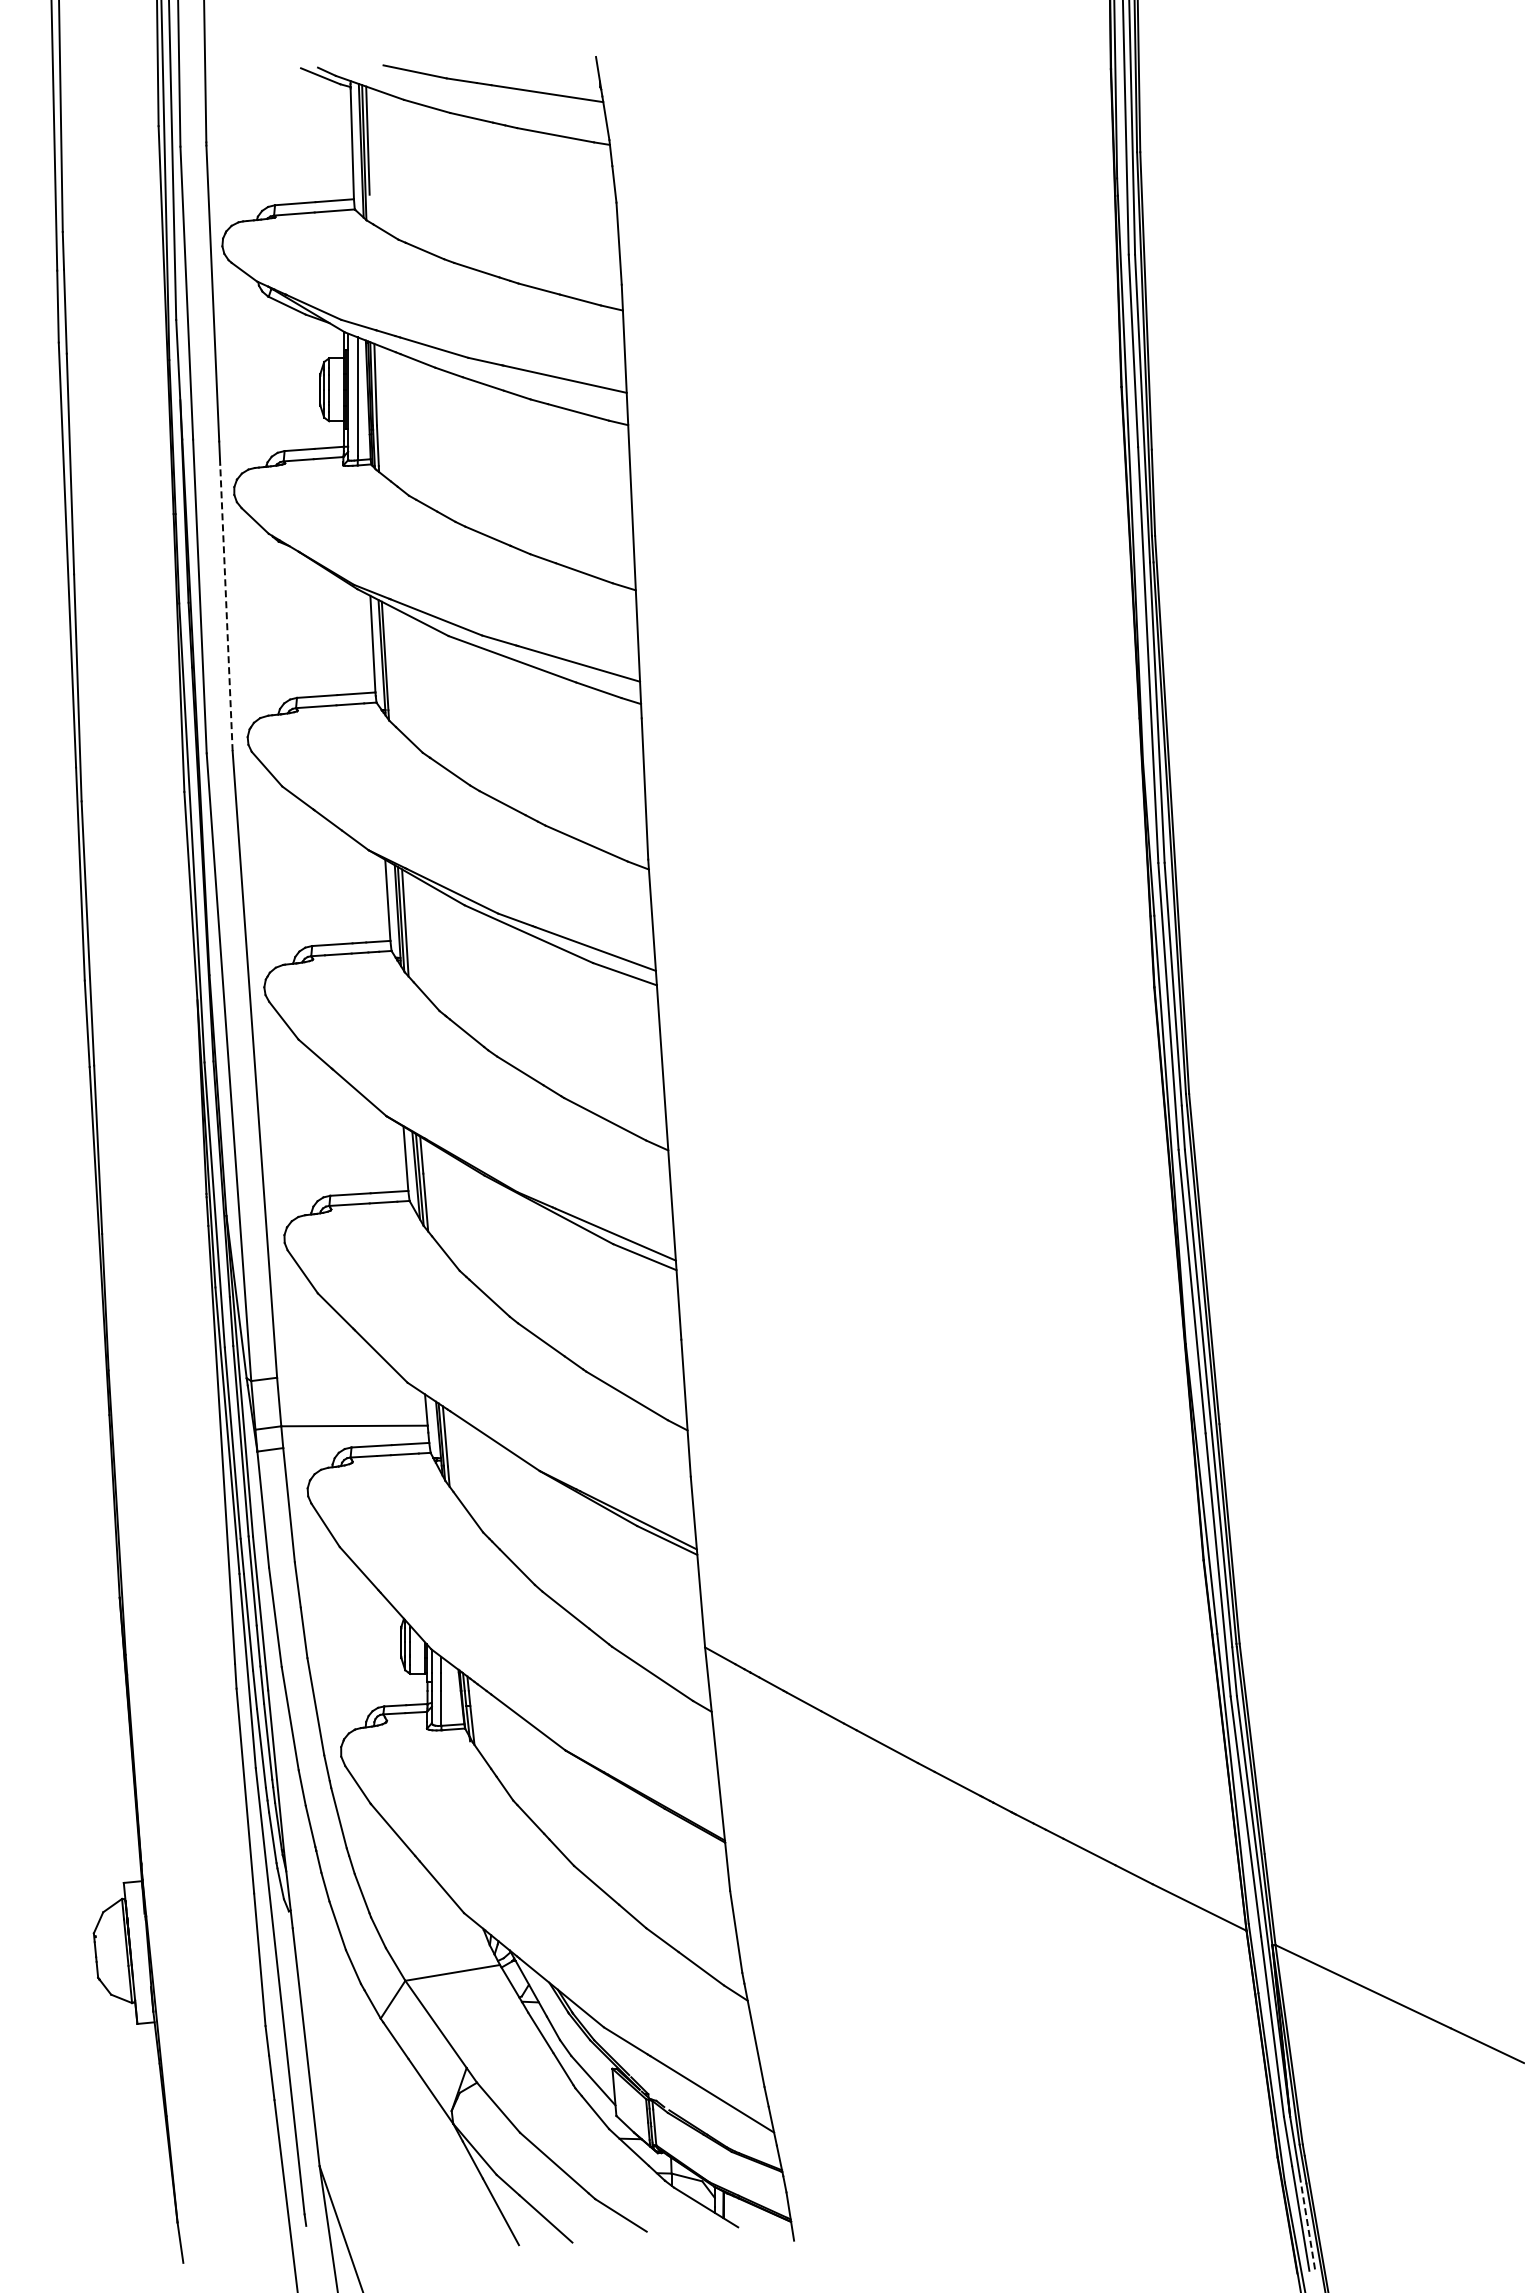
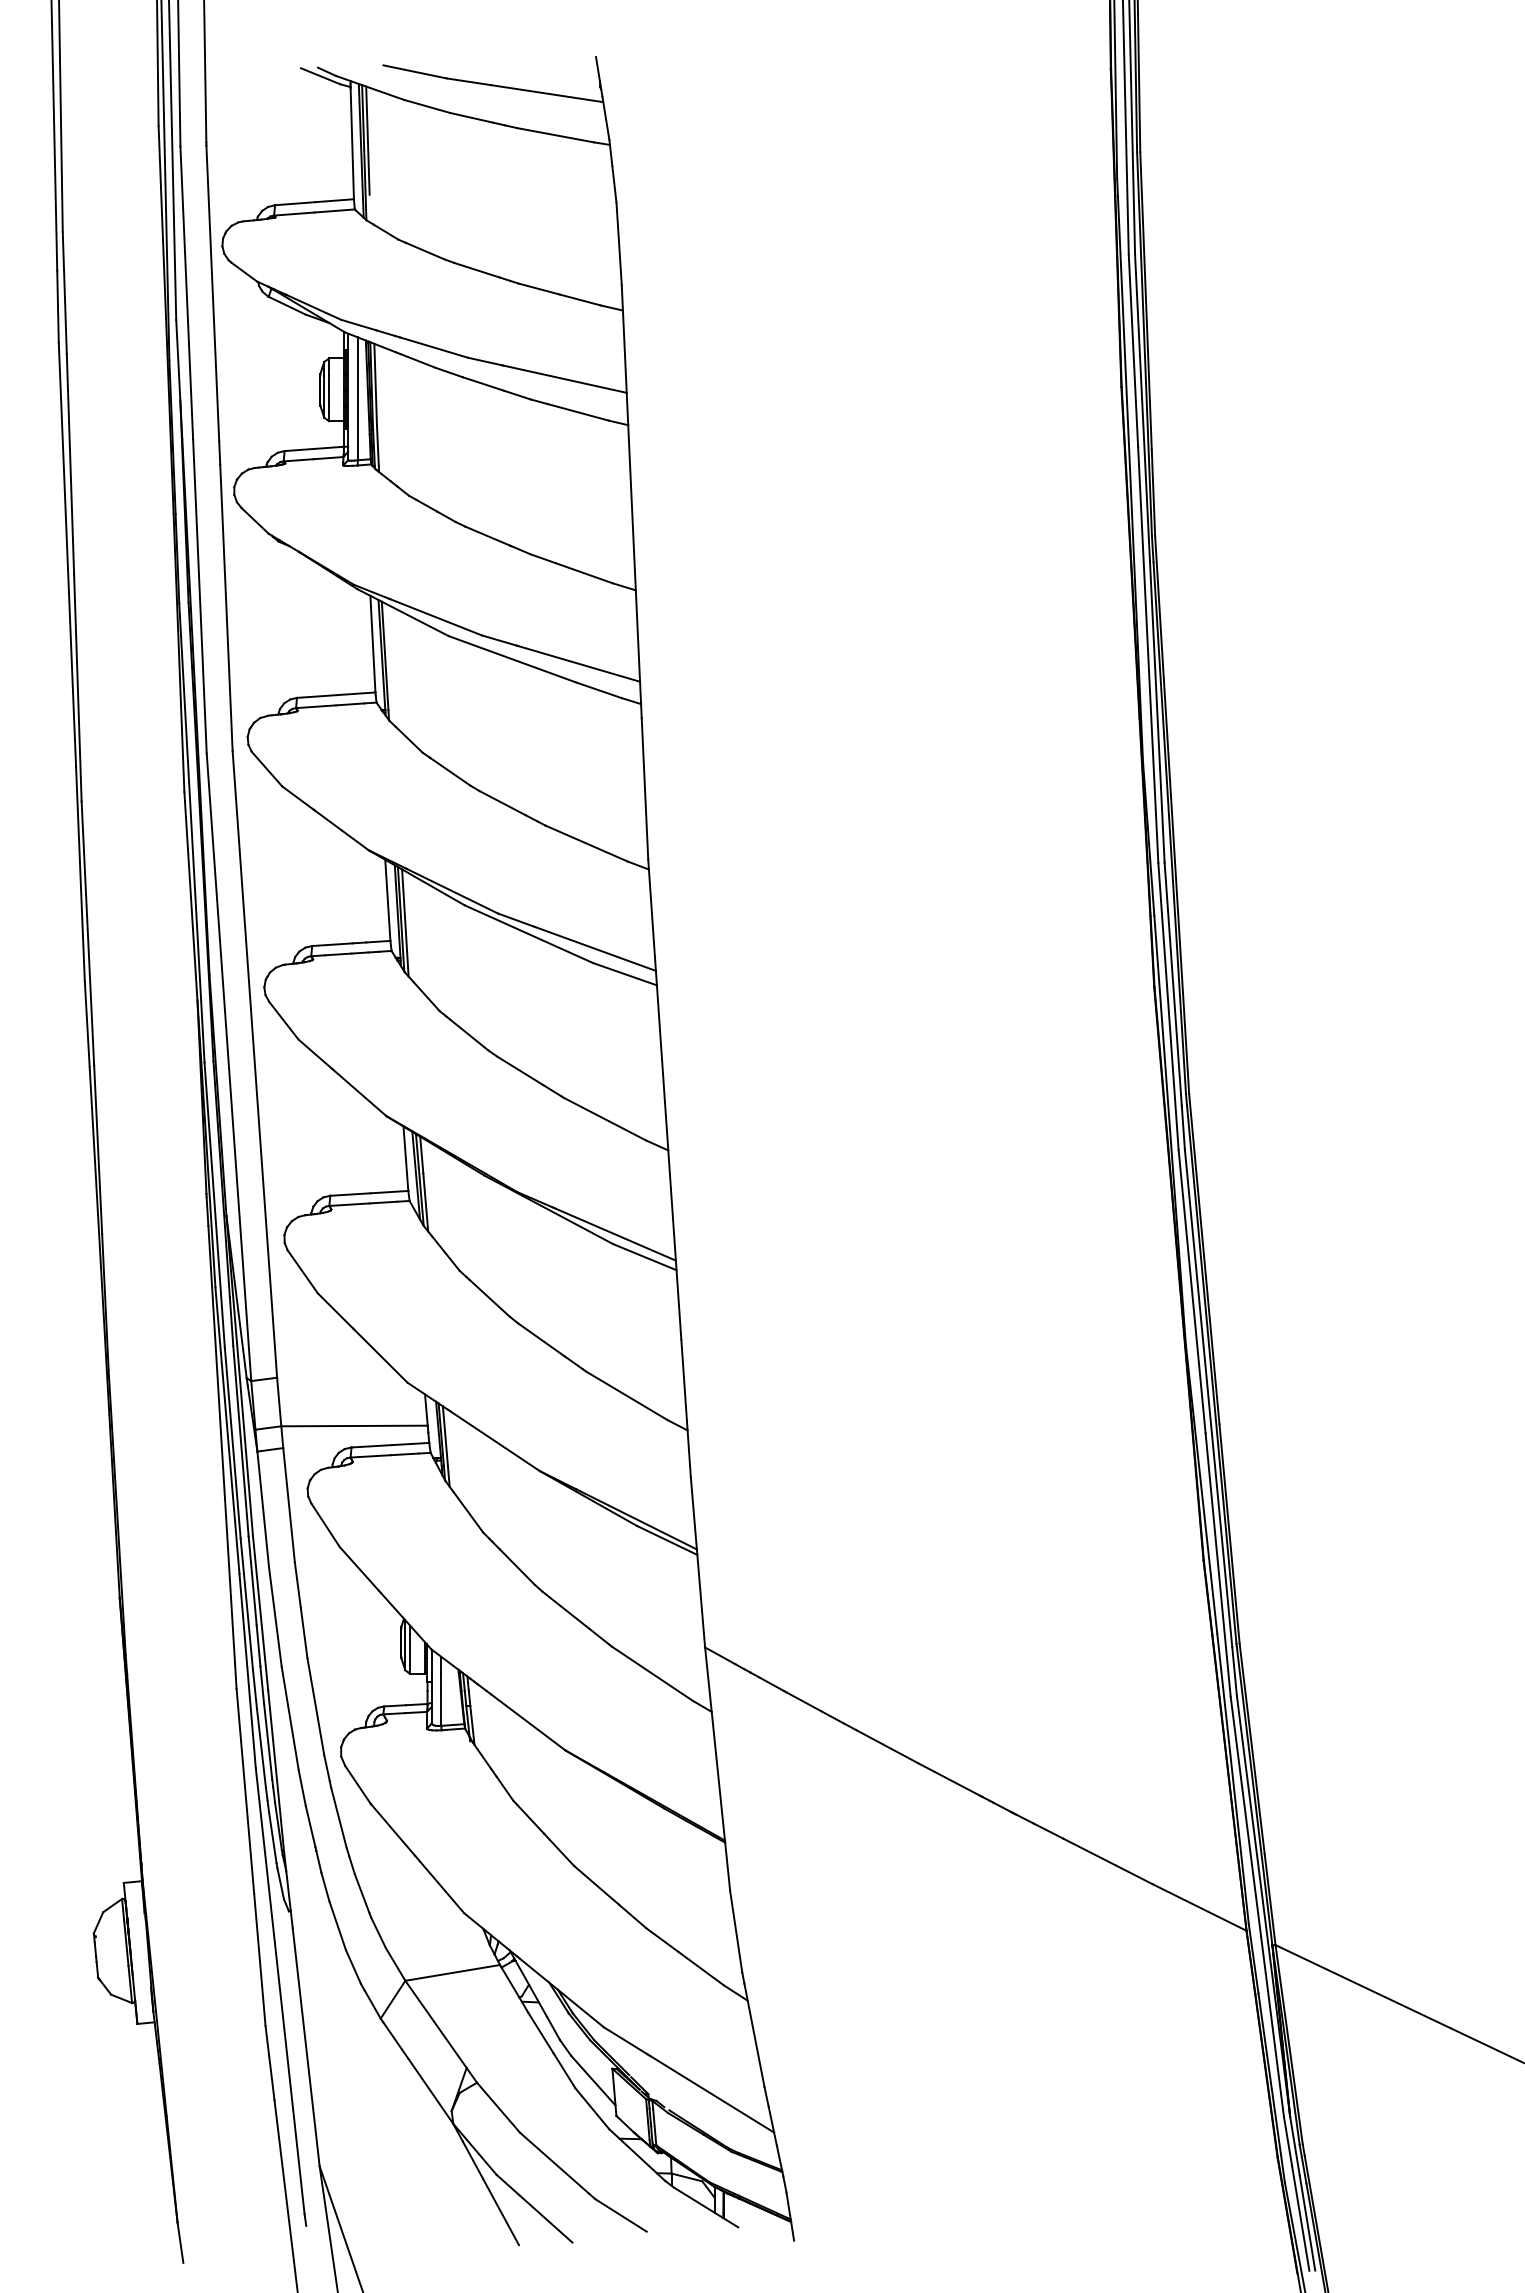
line at (226, 607): dashed -> solid
line at (1307, 2223): dashed -> solid
